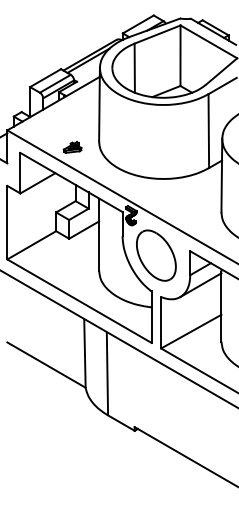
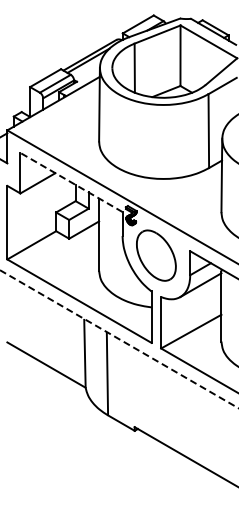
part at (72, 147): present -> none
line at (71, 182): solid -> dashed
line at (120, 339): solid -> dashed
